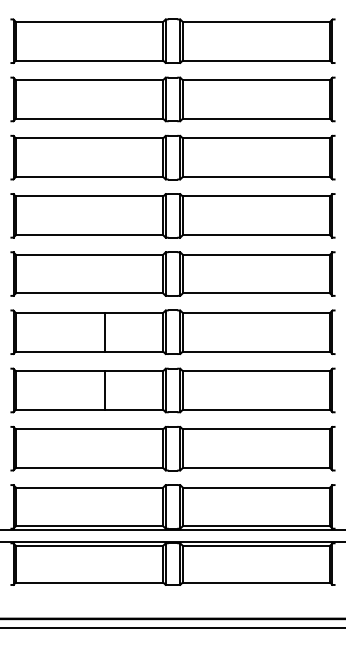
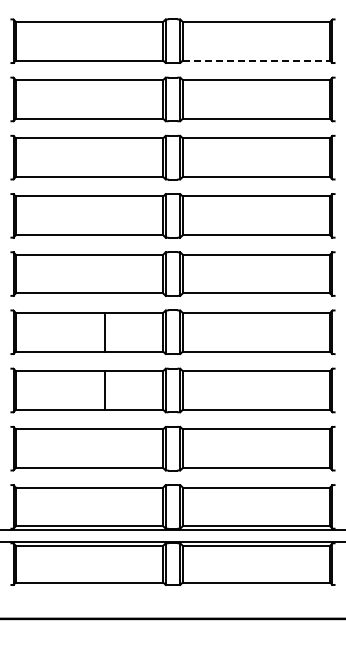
line at (256, 60): solid -> dashed
line at (172, 627): present -> none
